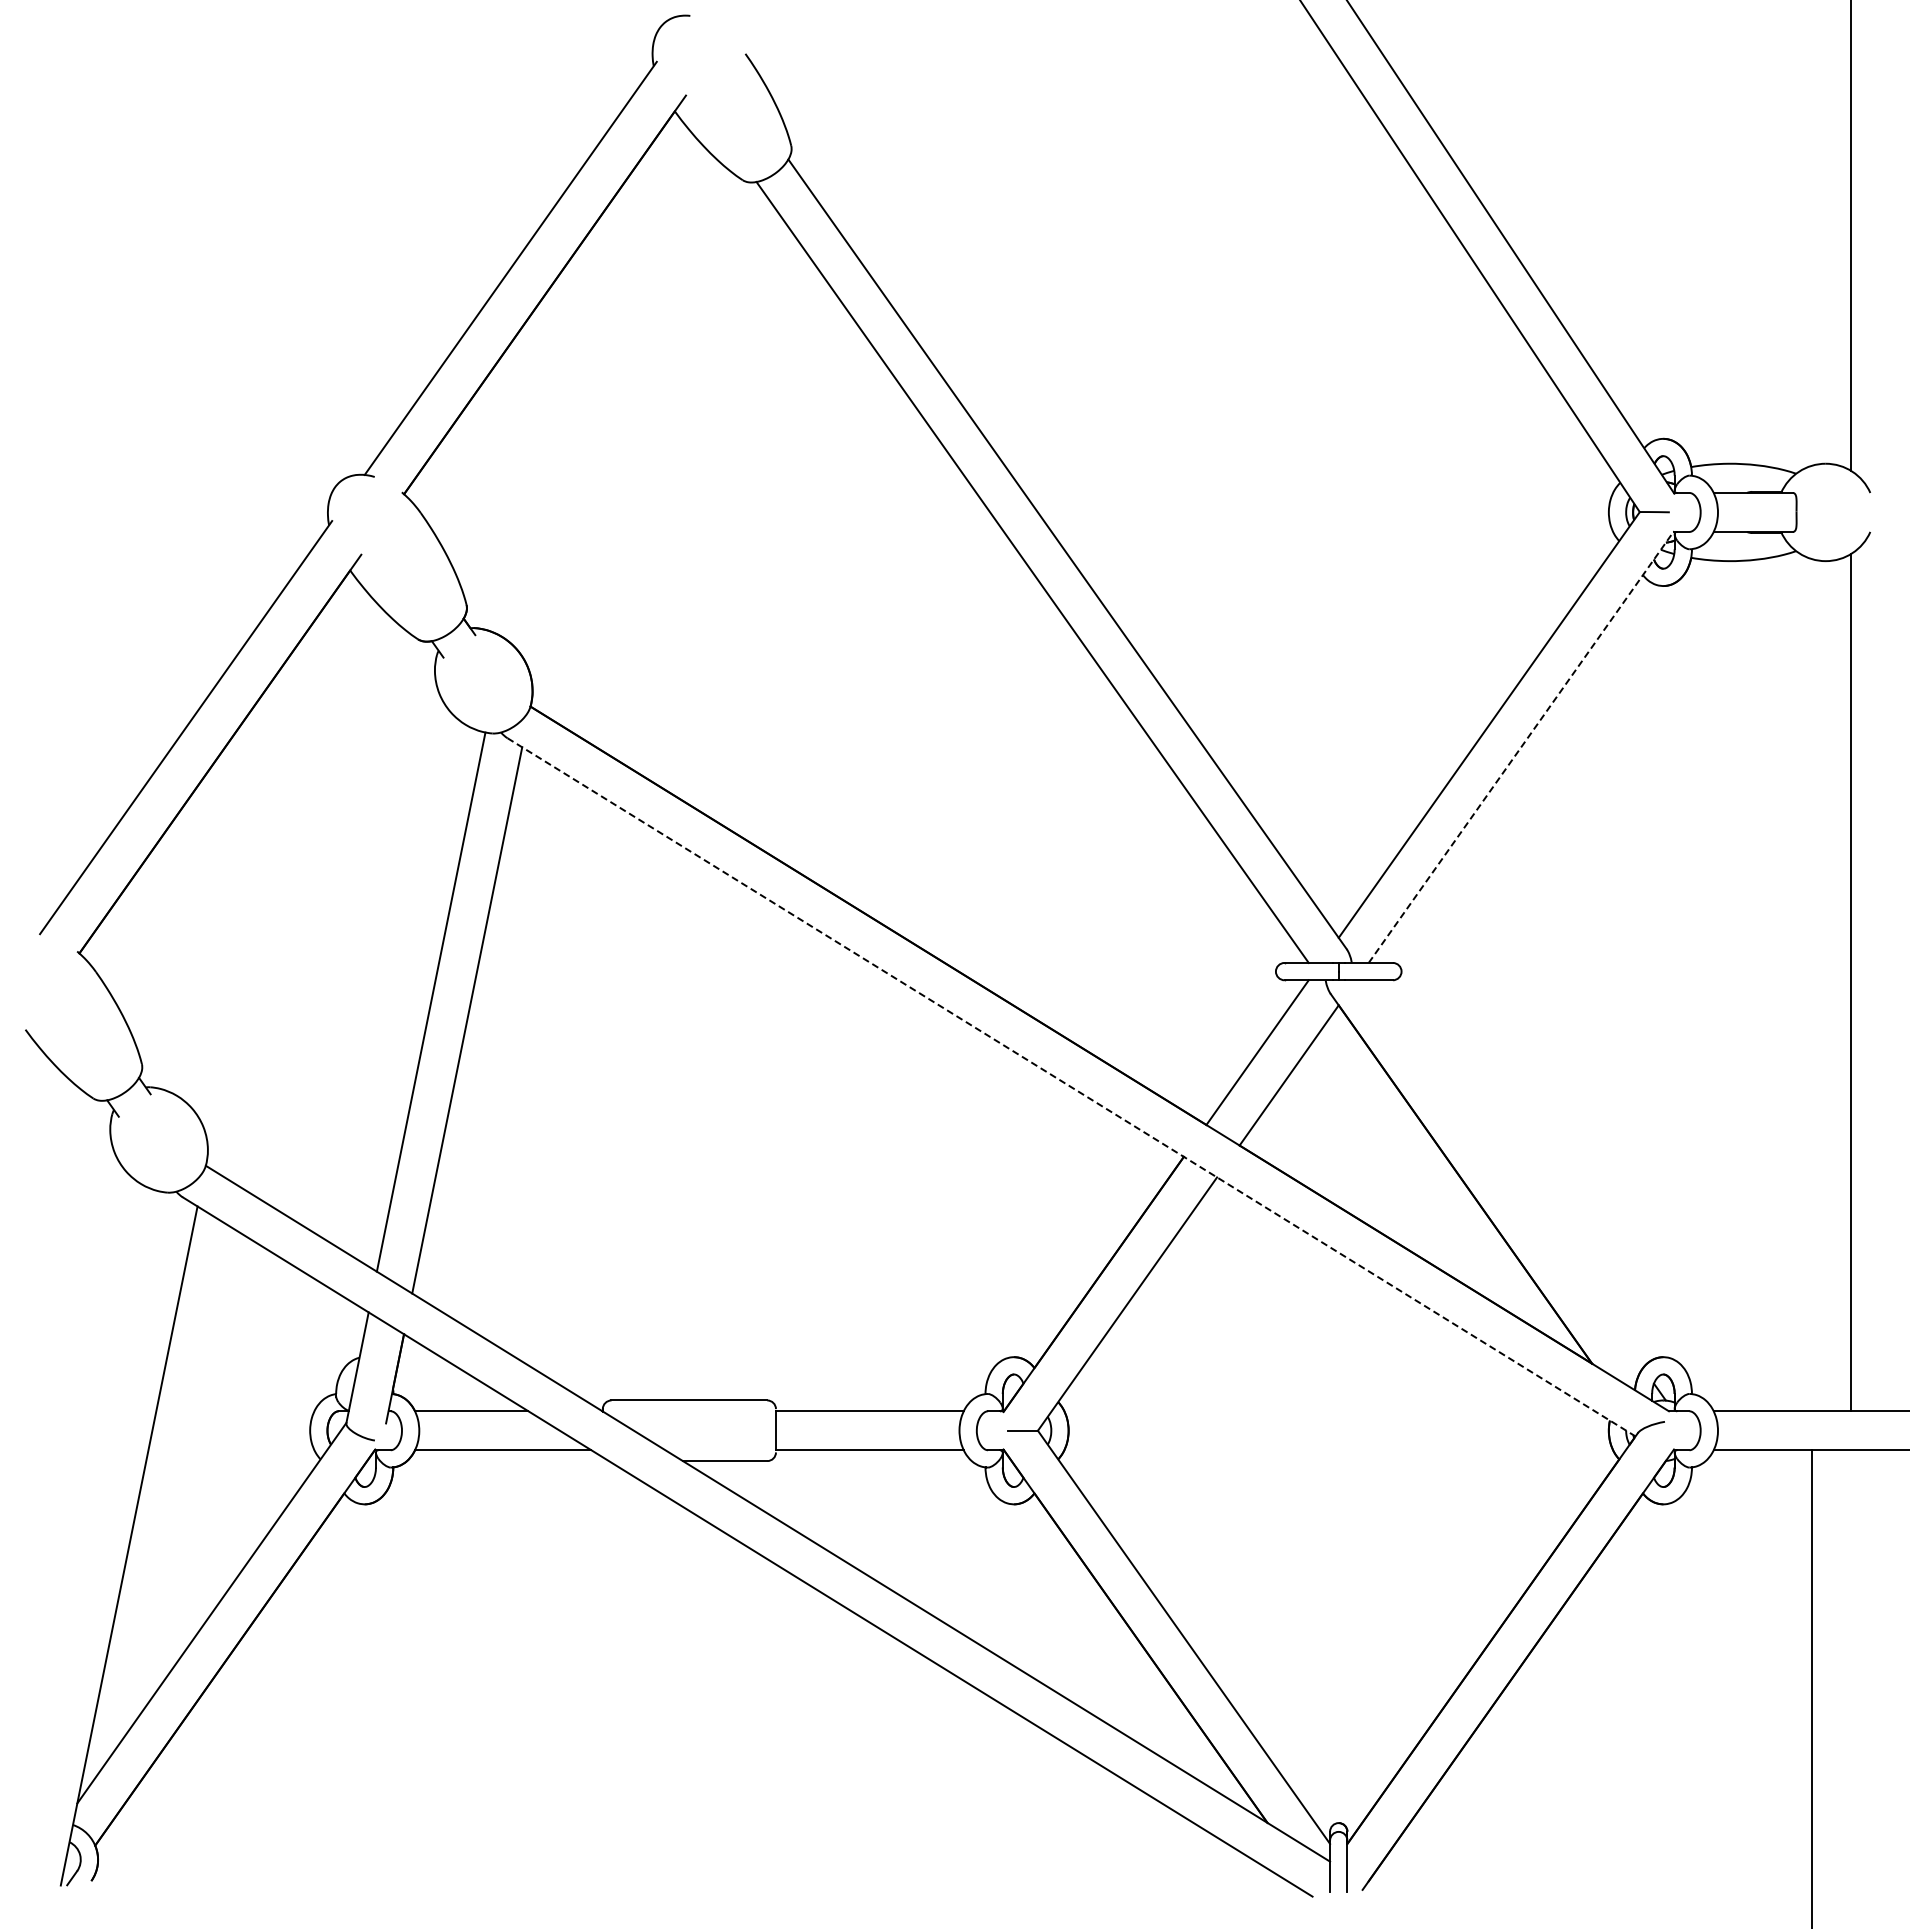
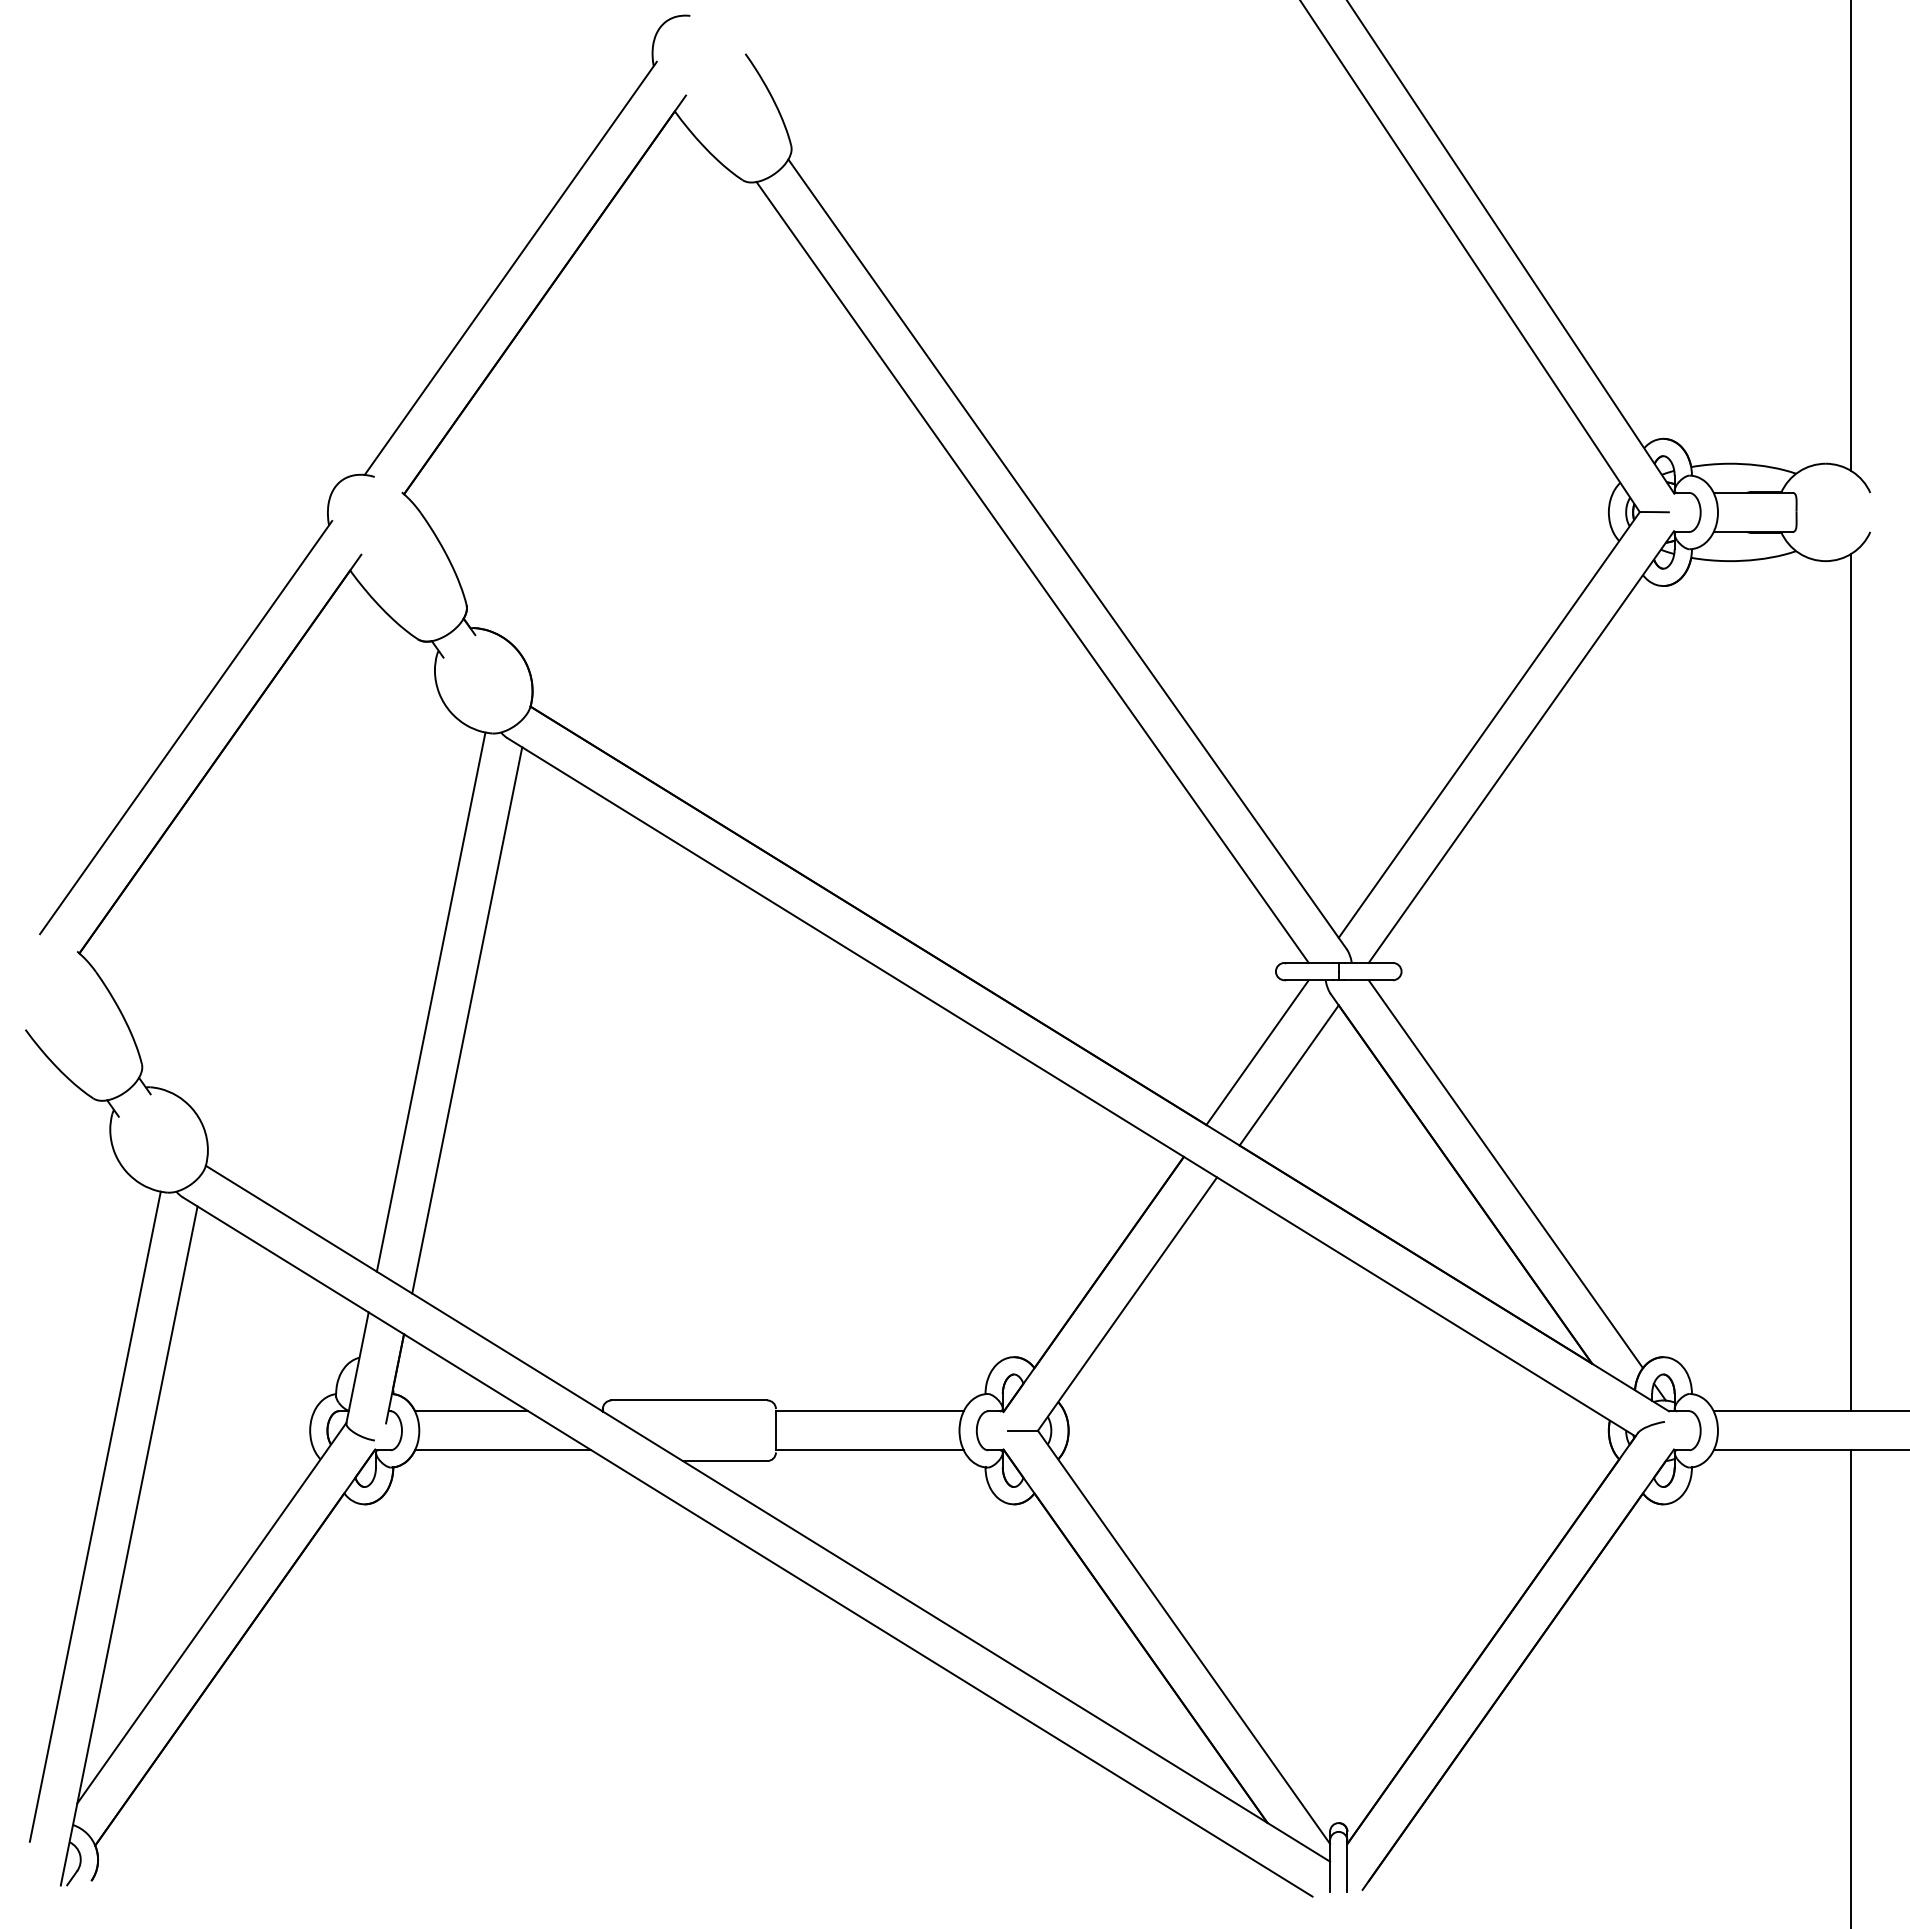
line at (1521, 746): dashed -> solid
line at (1071, 1087): dashed -> solid
line at (1505, 1174): none -> present
line at (94, 1516): none -> present
line at (1811, 1687) position: (1811, 1687) -> (1850, 1687)
